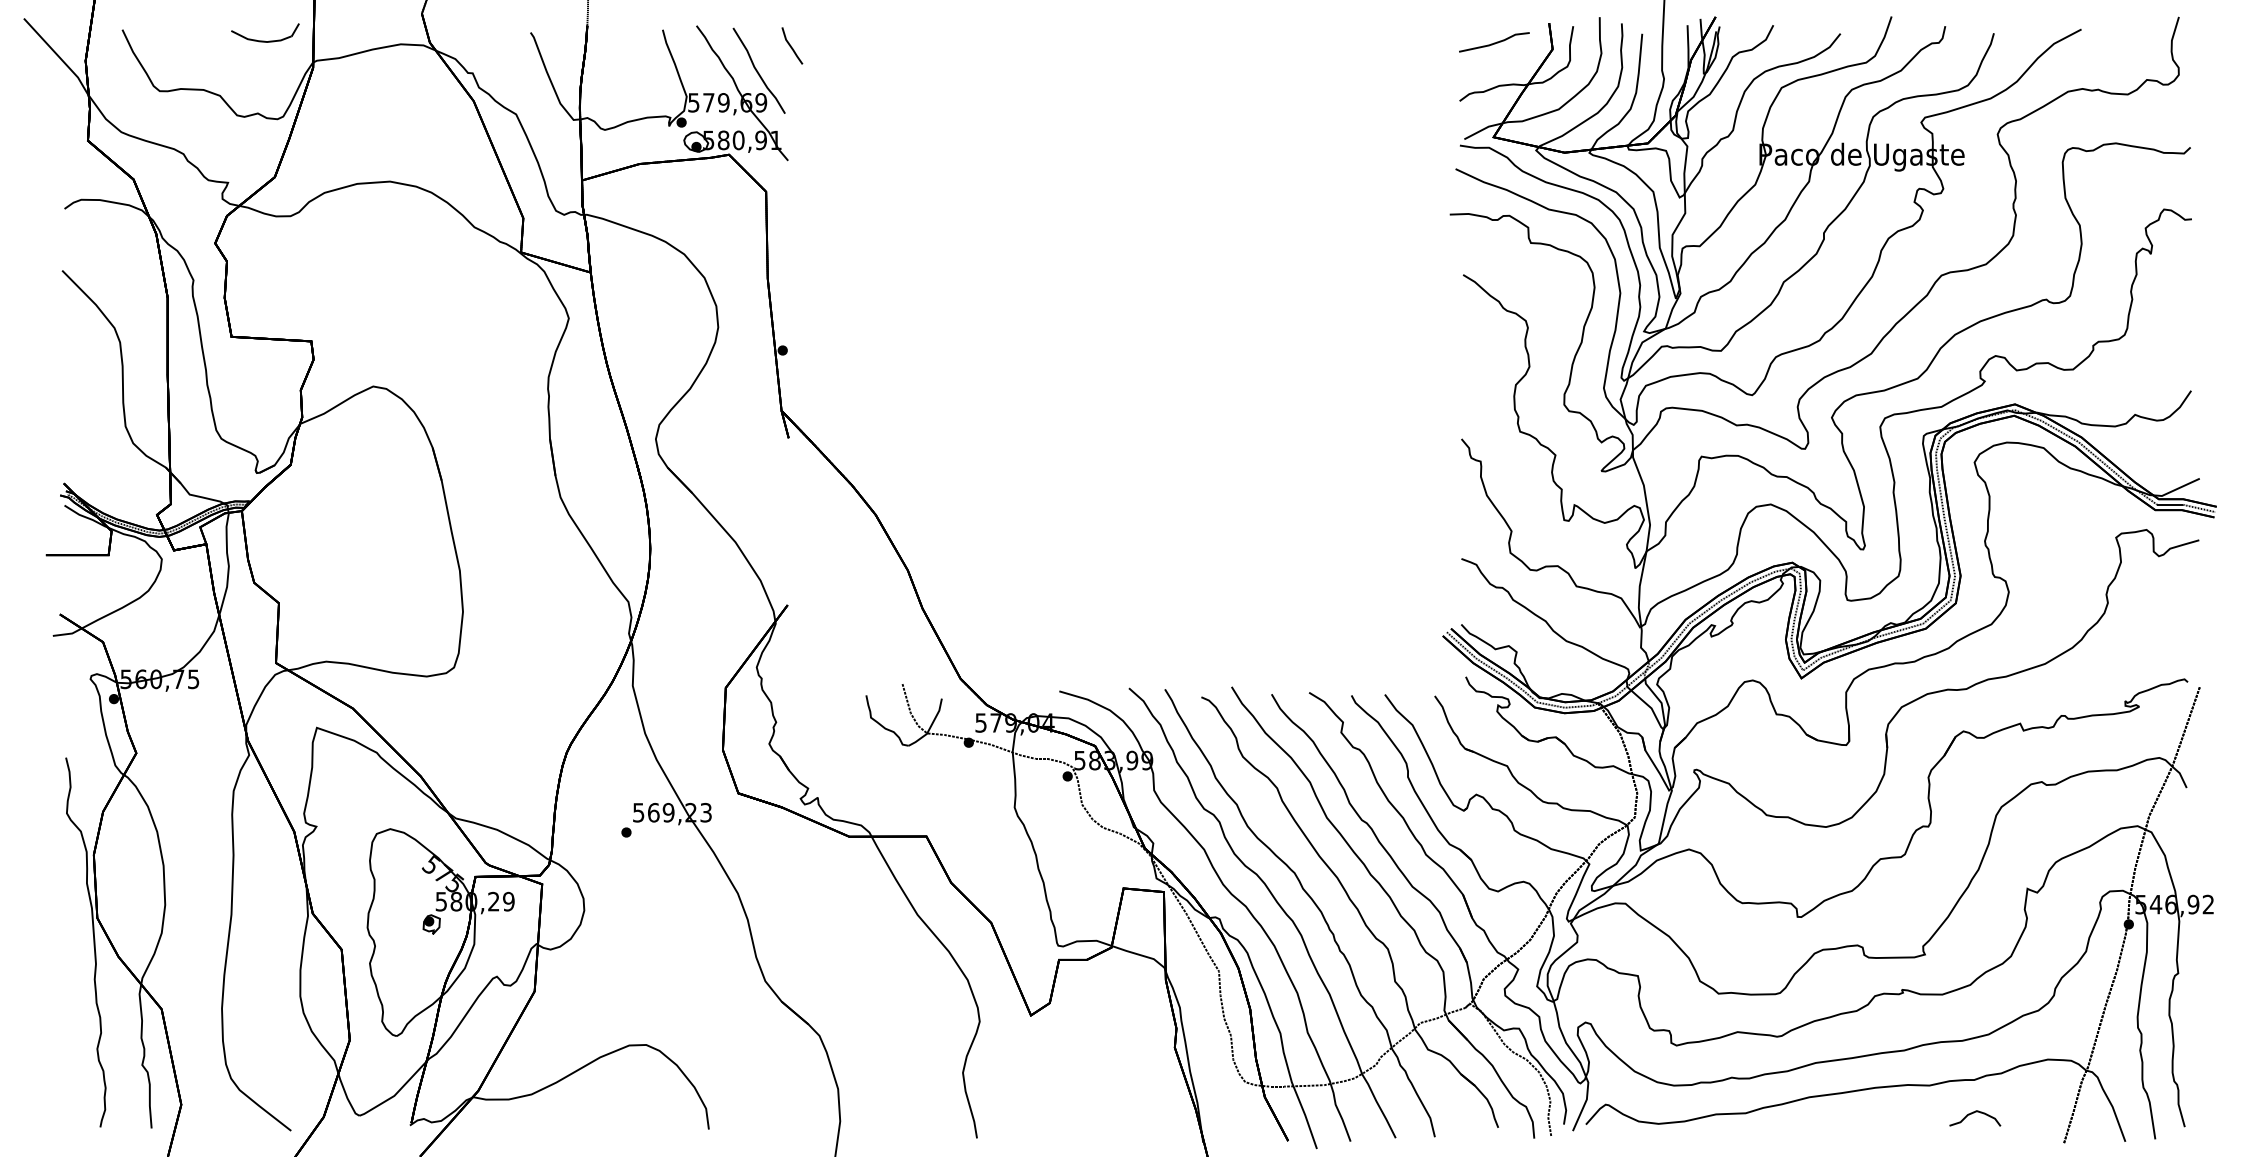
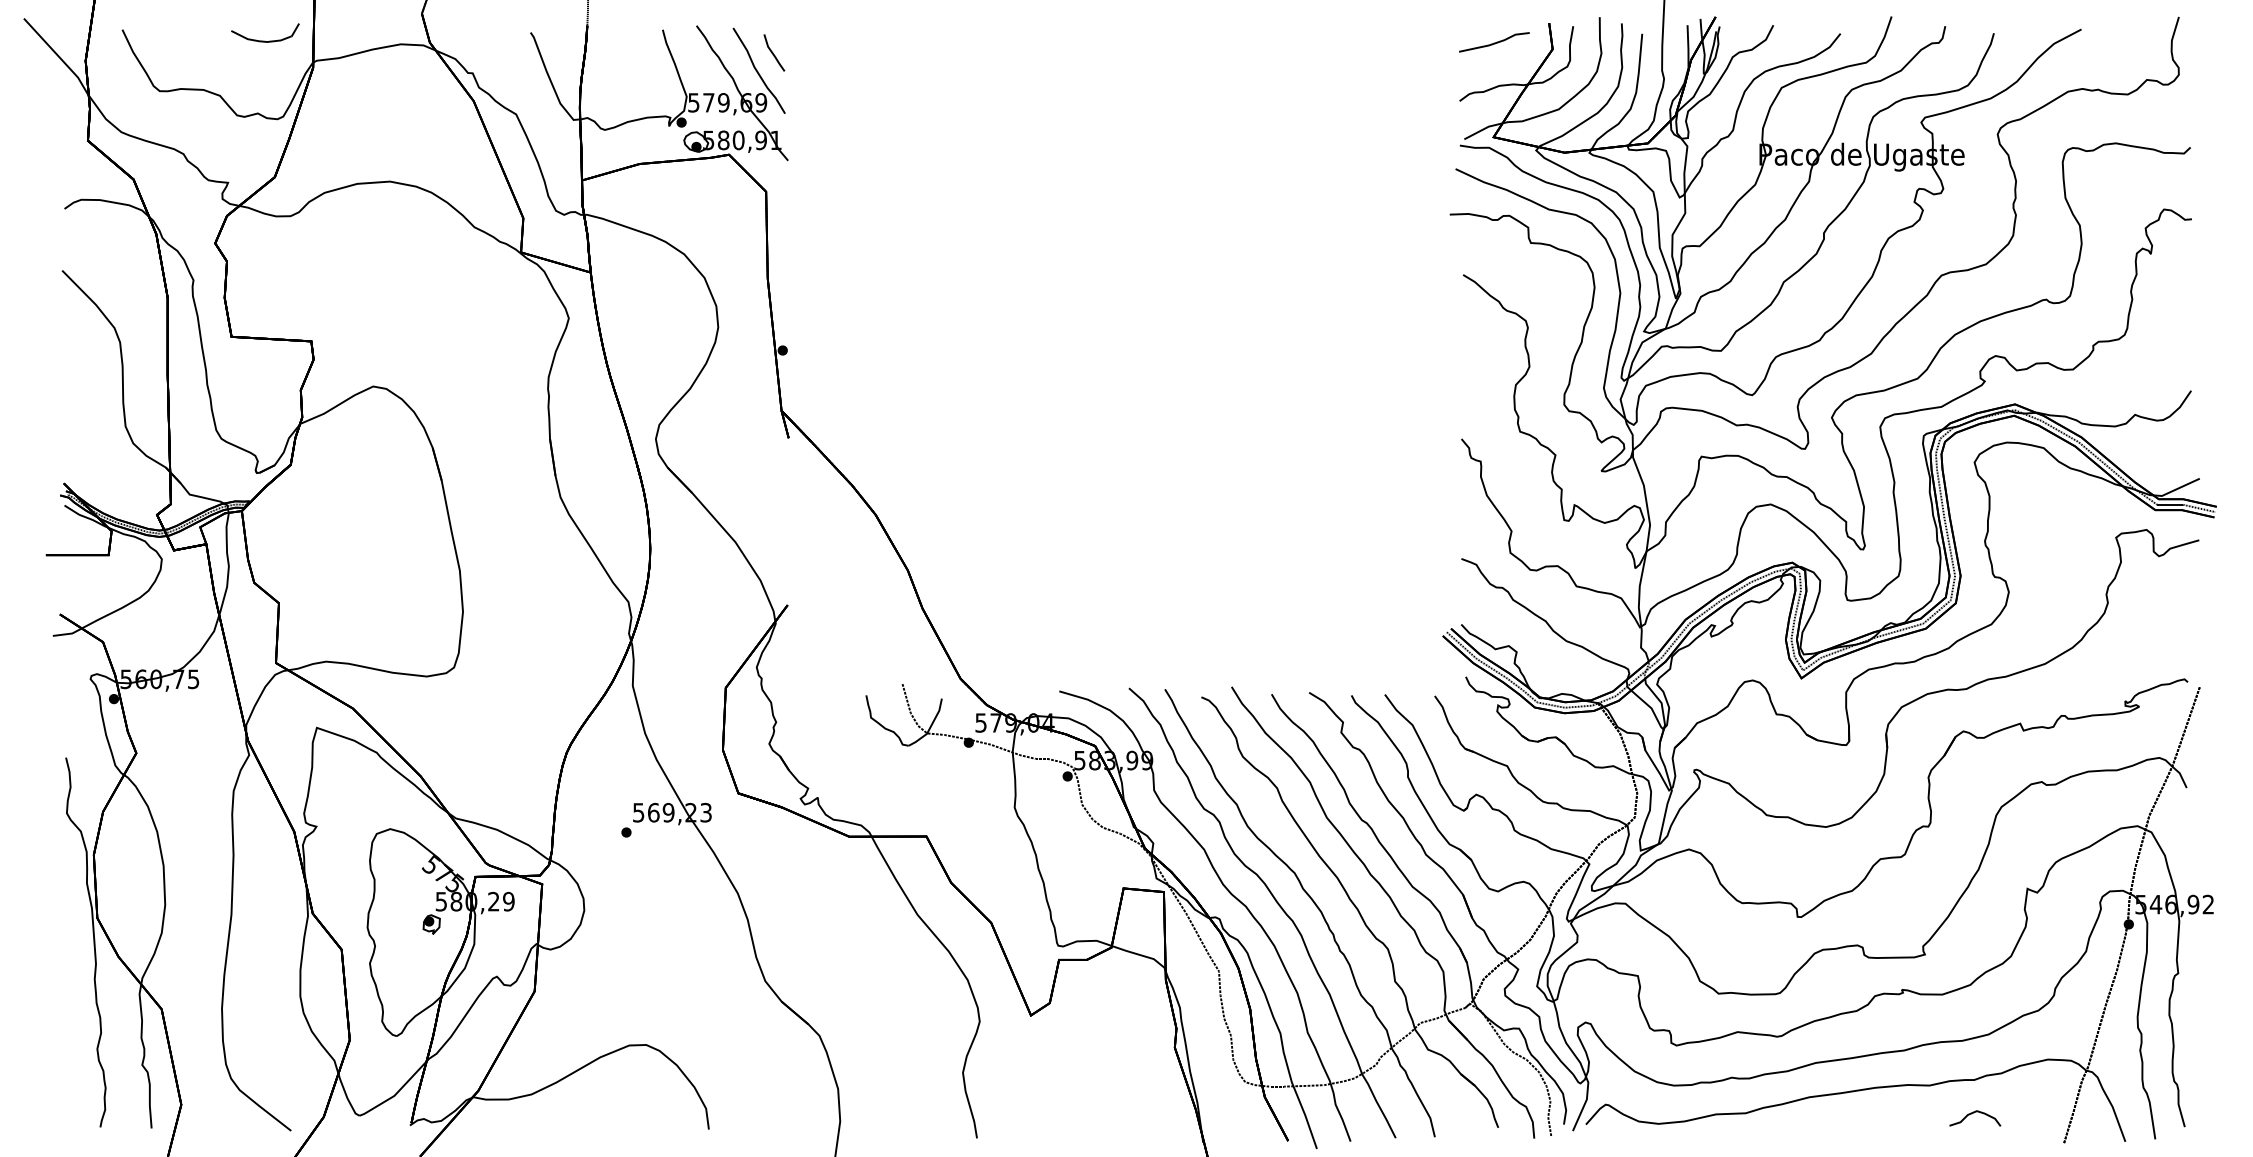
line at (791, 45) position: (791, 45) -> (773, 52)
